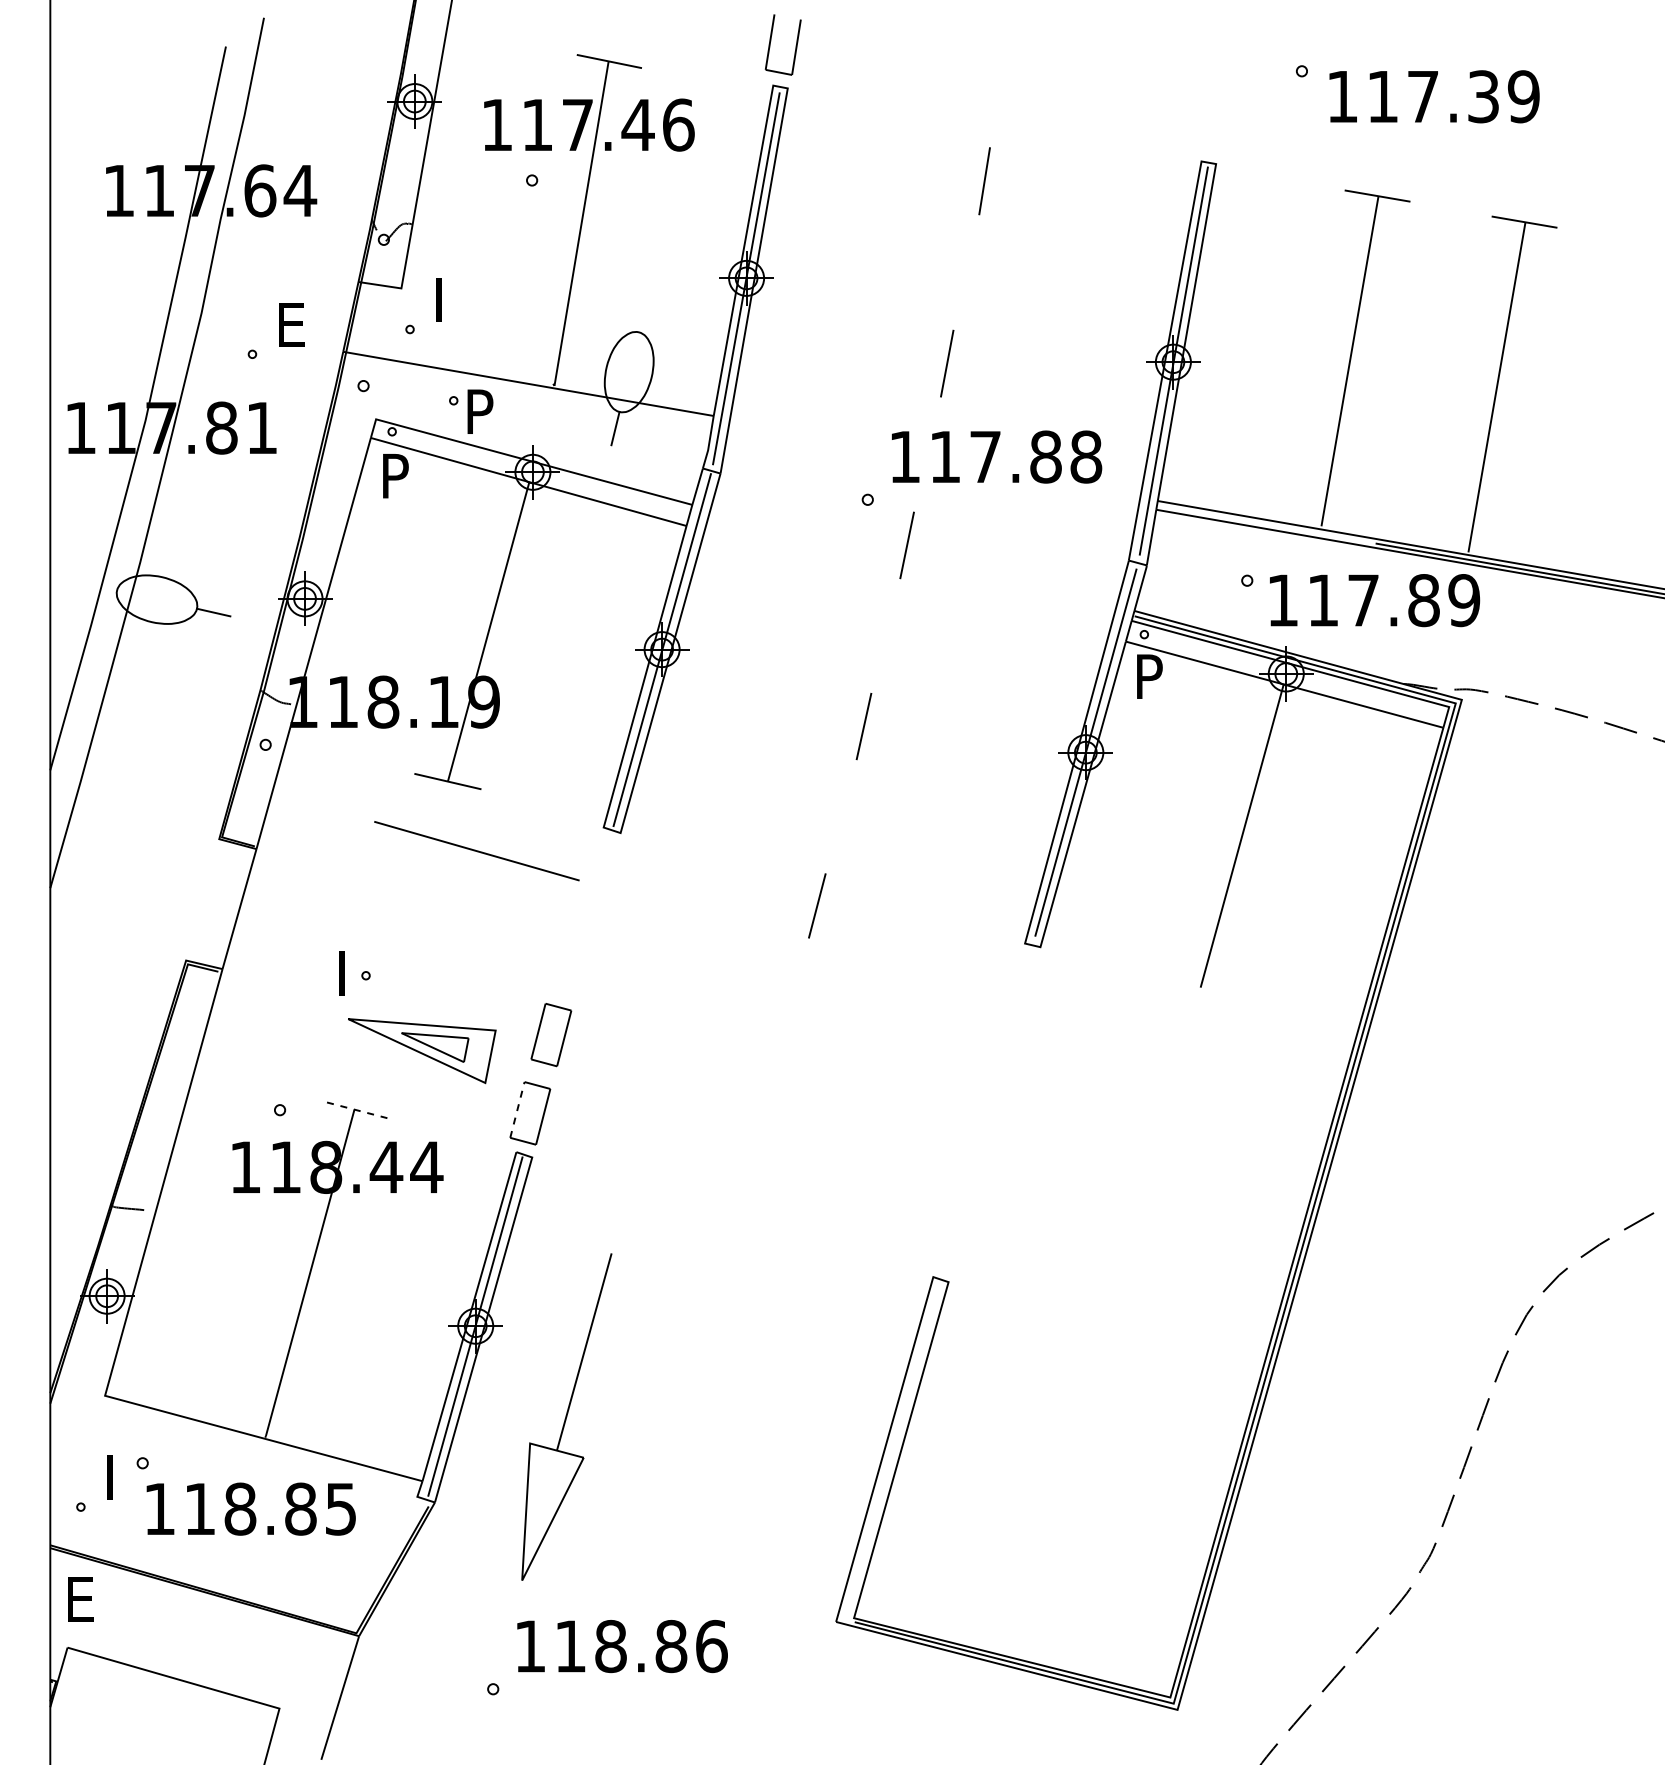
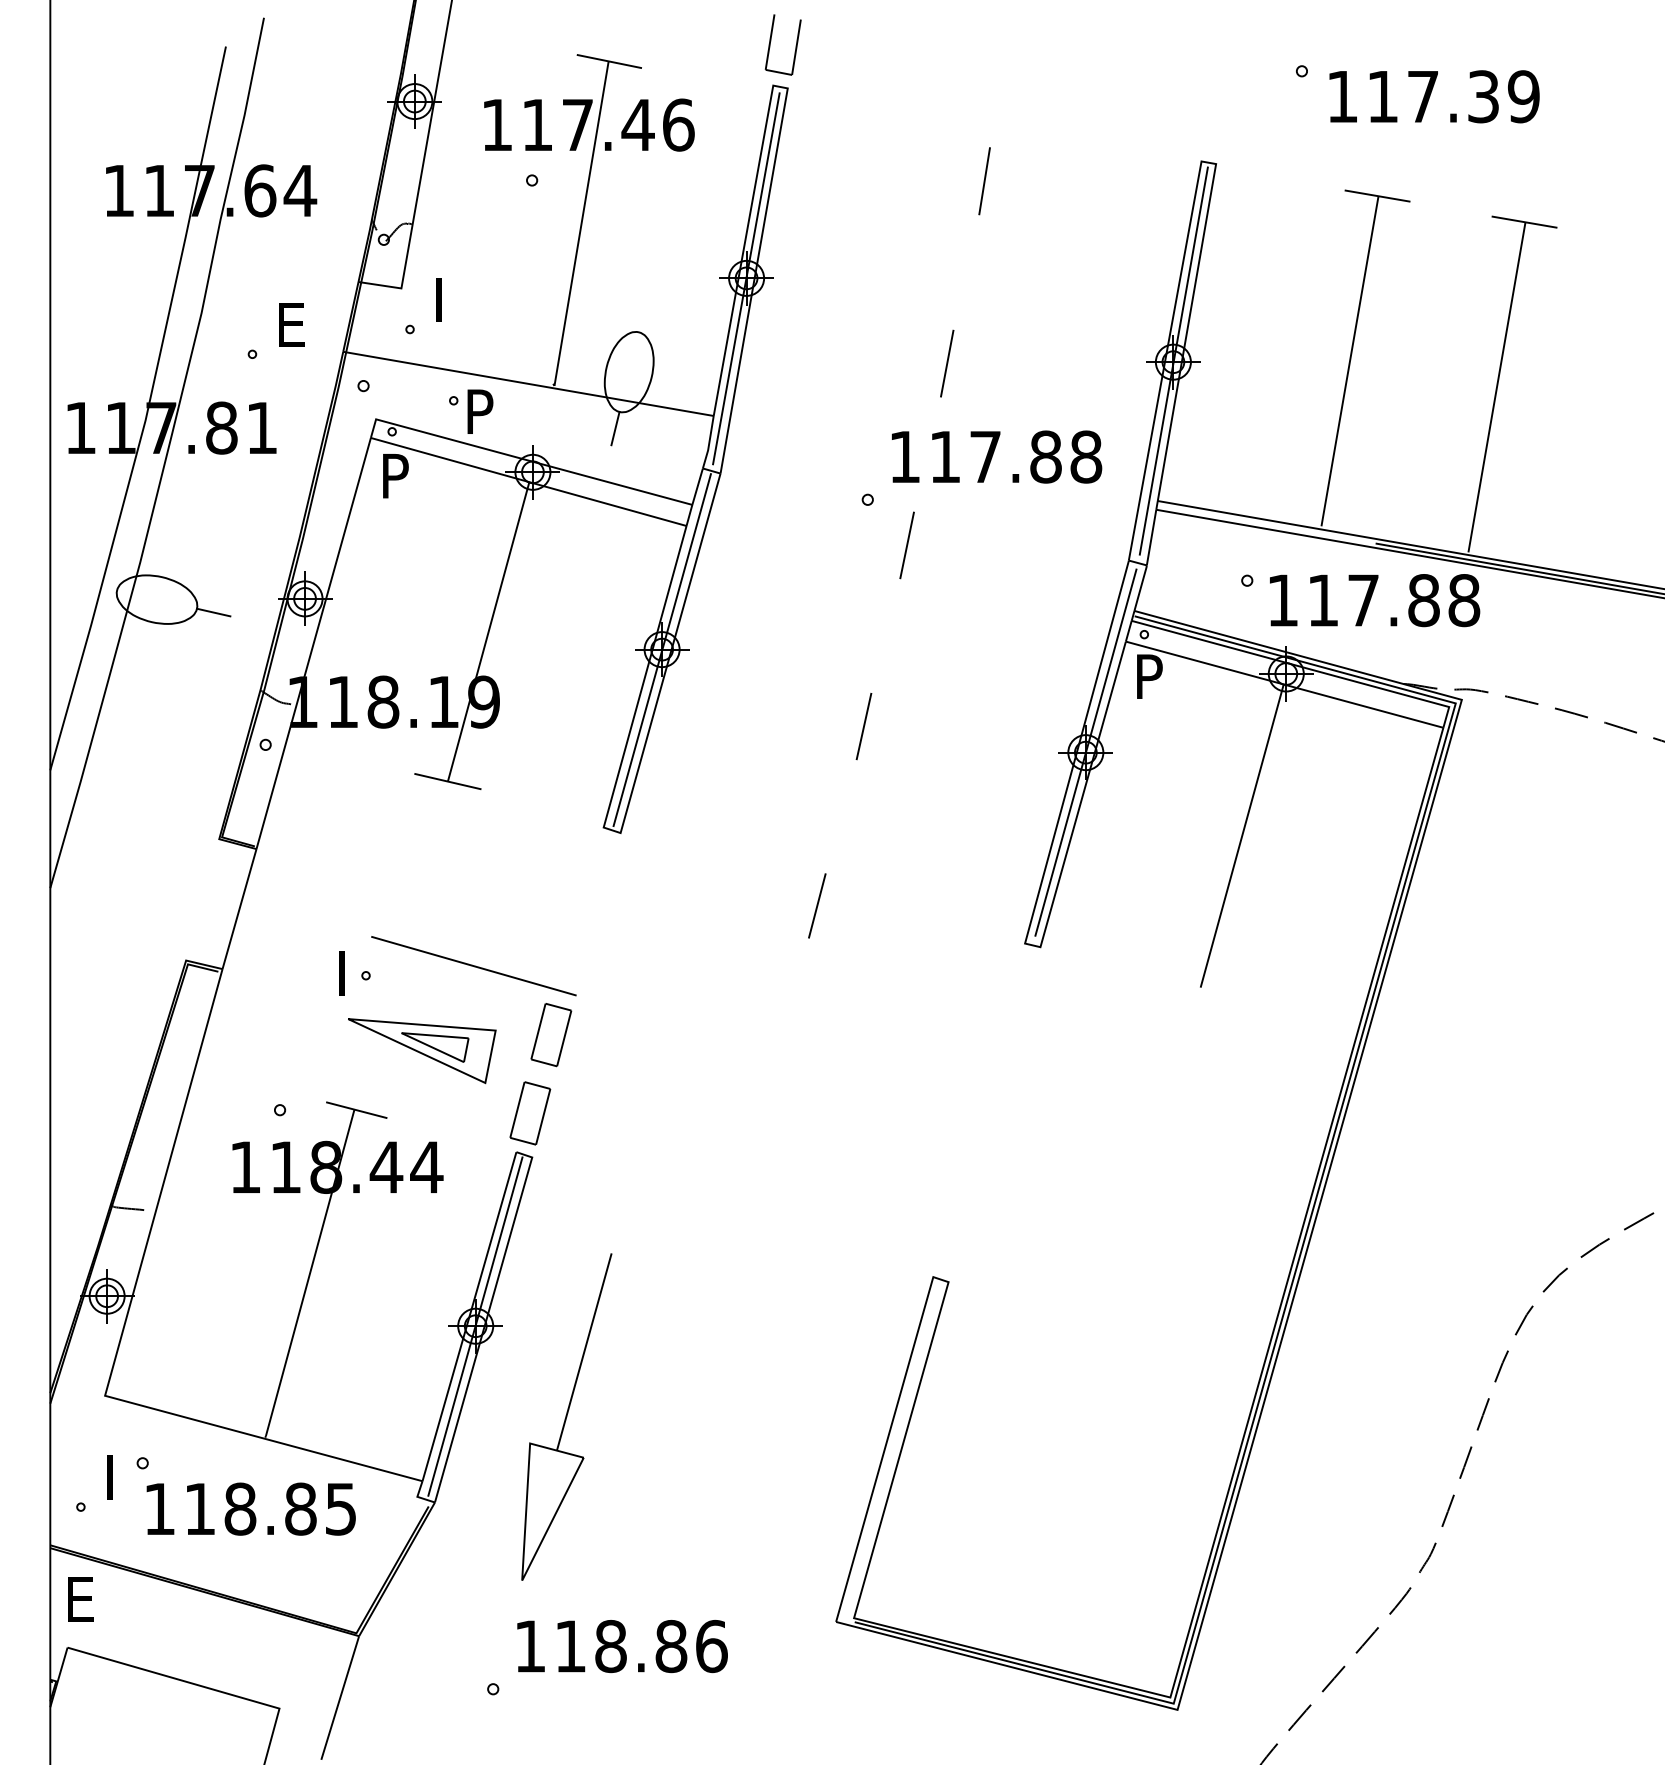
text at (1464, 600): 117.89 -> 117.88
line at (476, 851) position: (476, 851) -> (473, 966)
line at (517, 1109): dashed -> solid
line at (356, 1110): dashed -> solid
